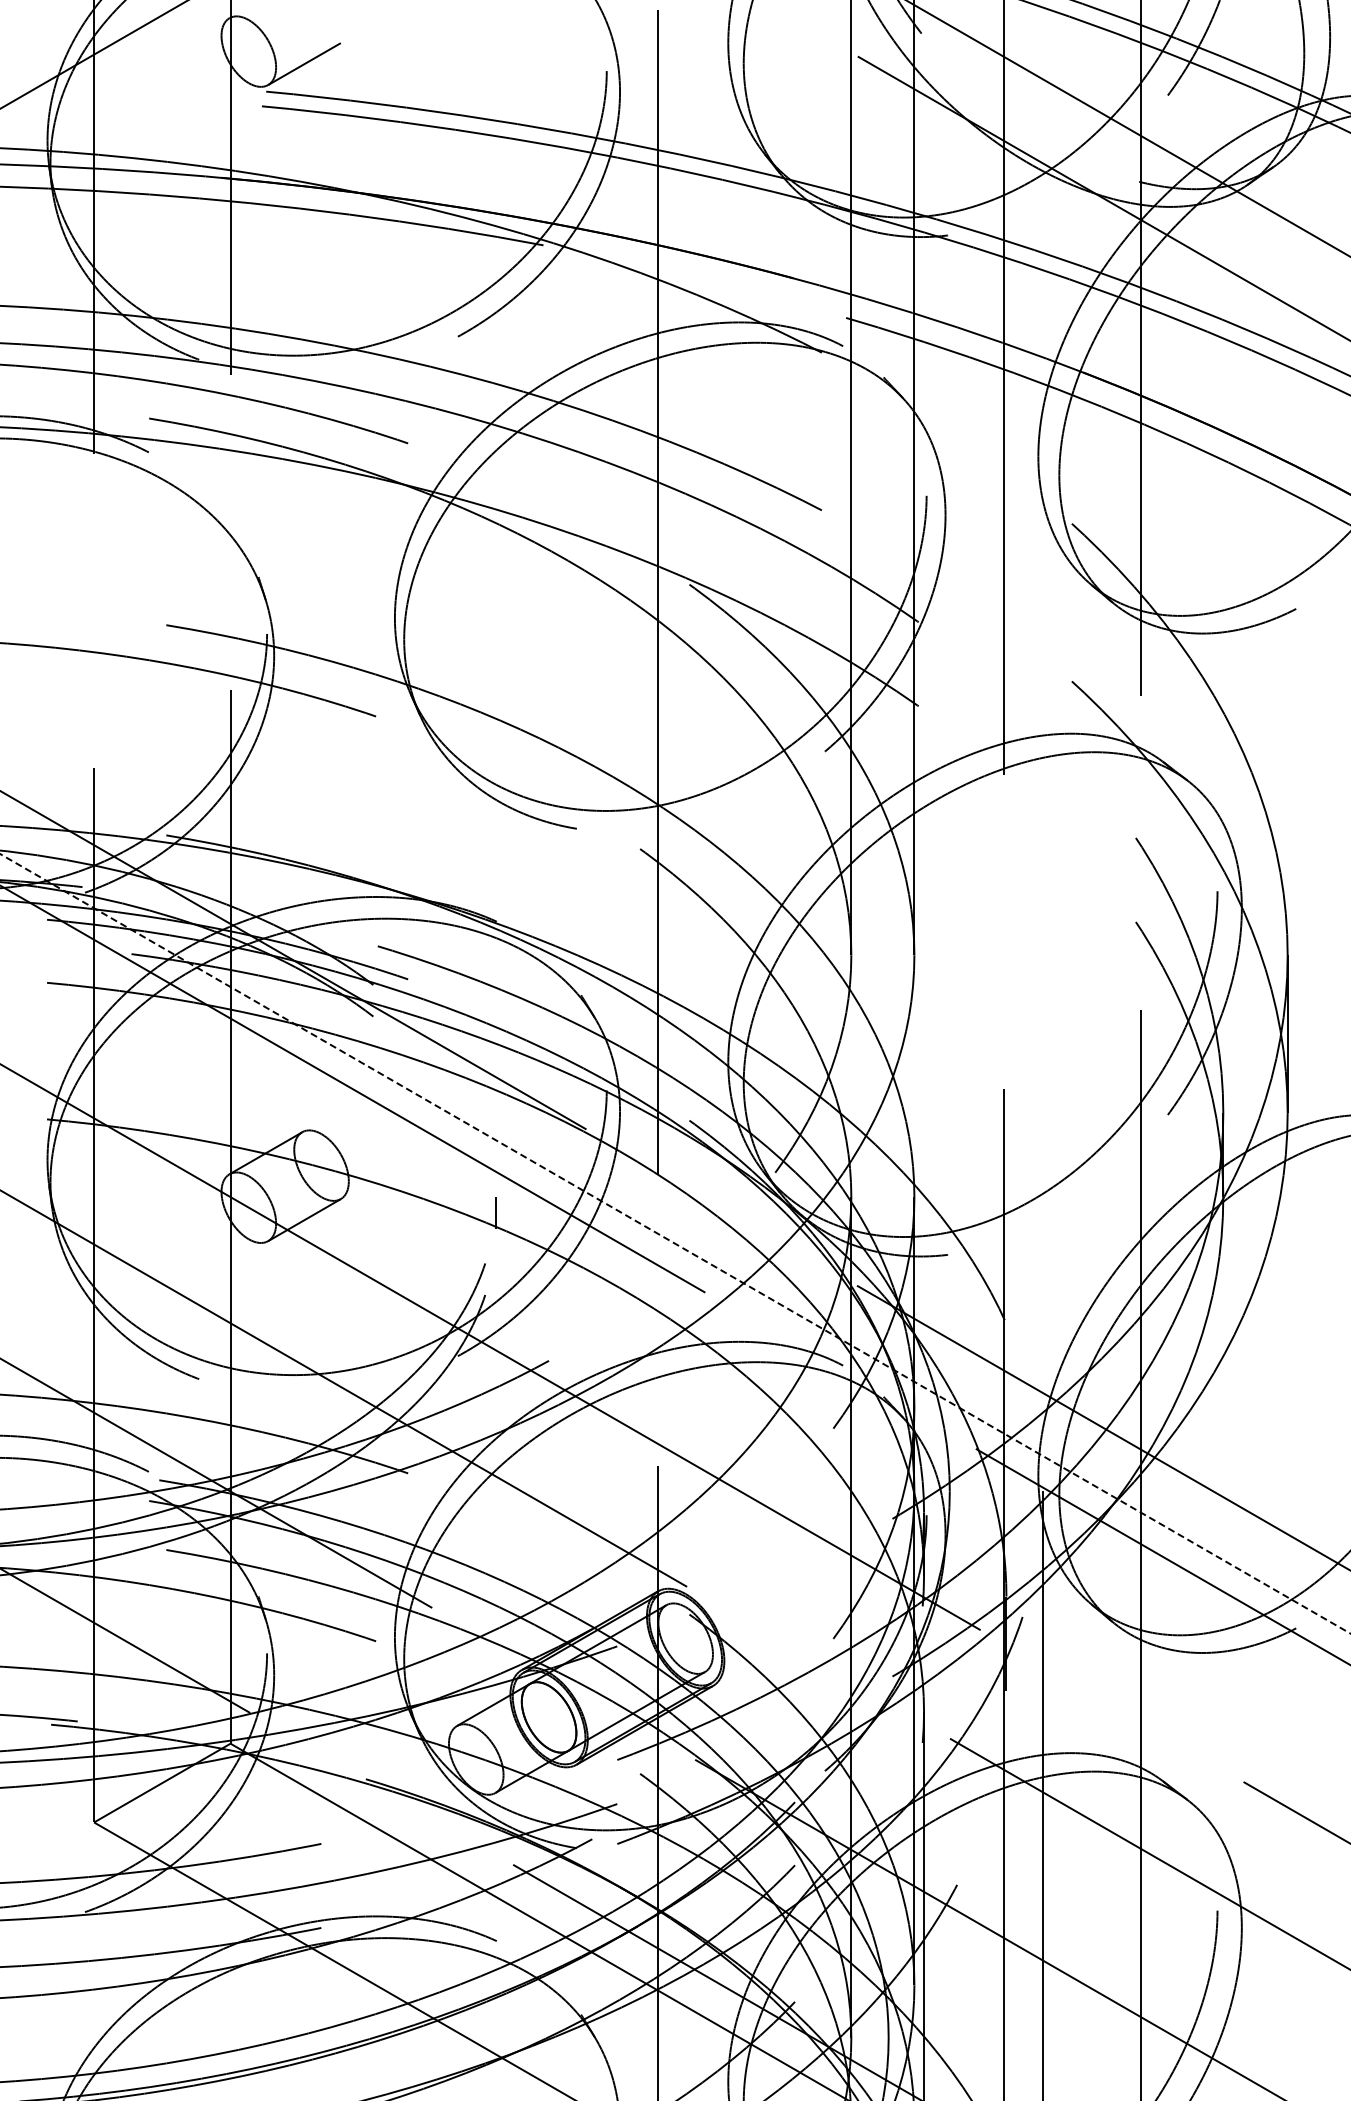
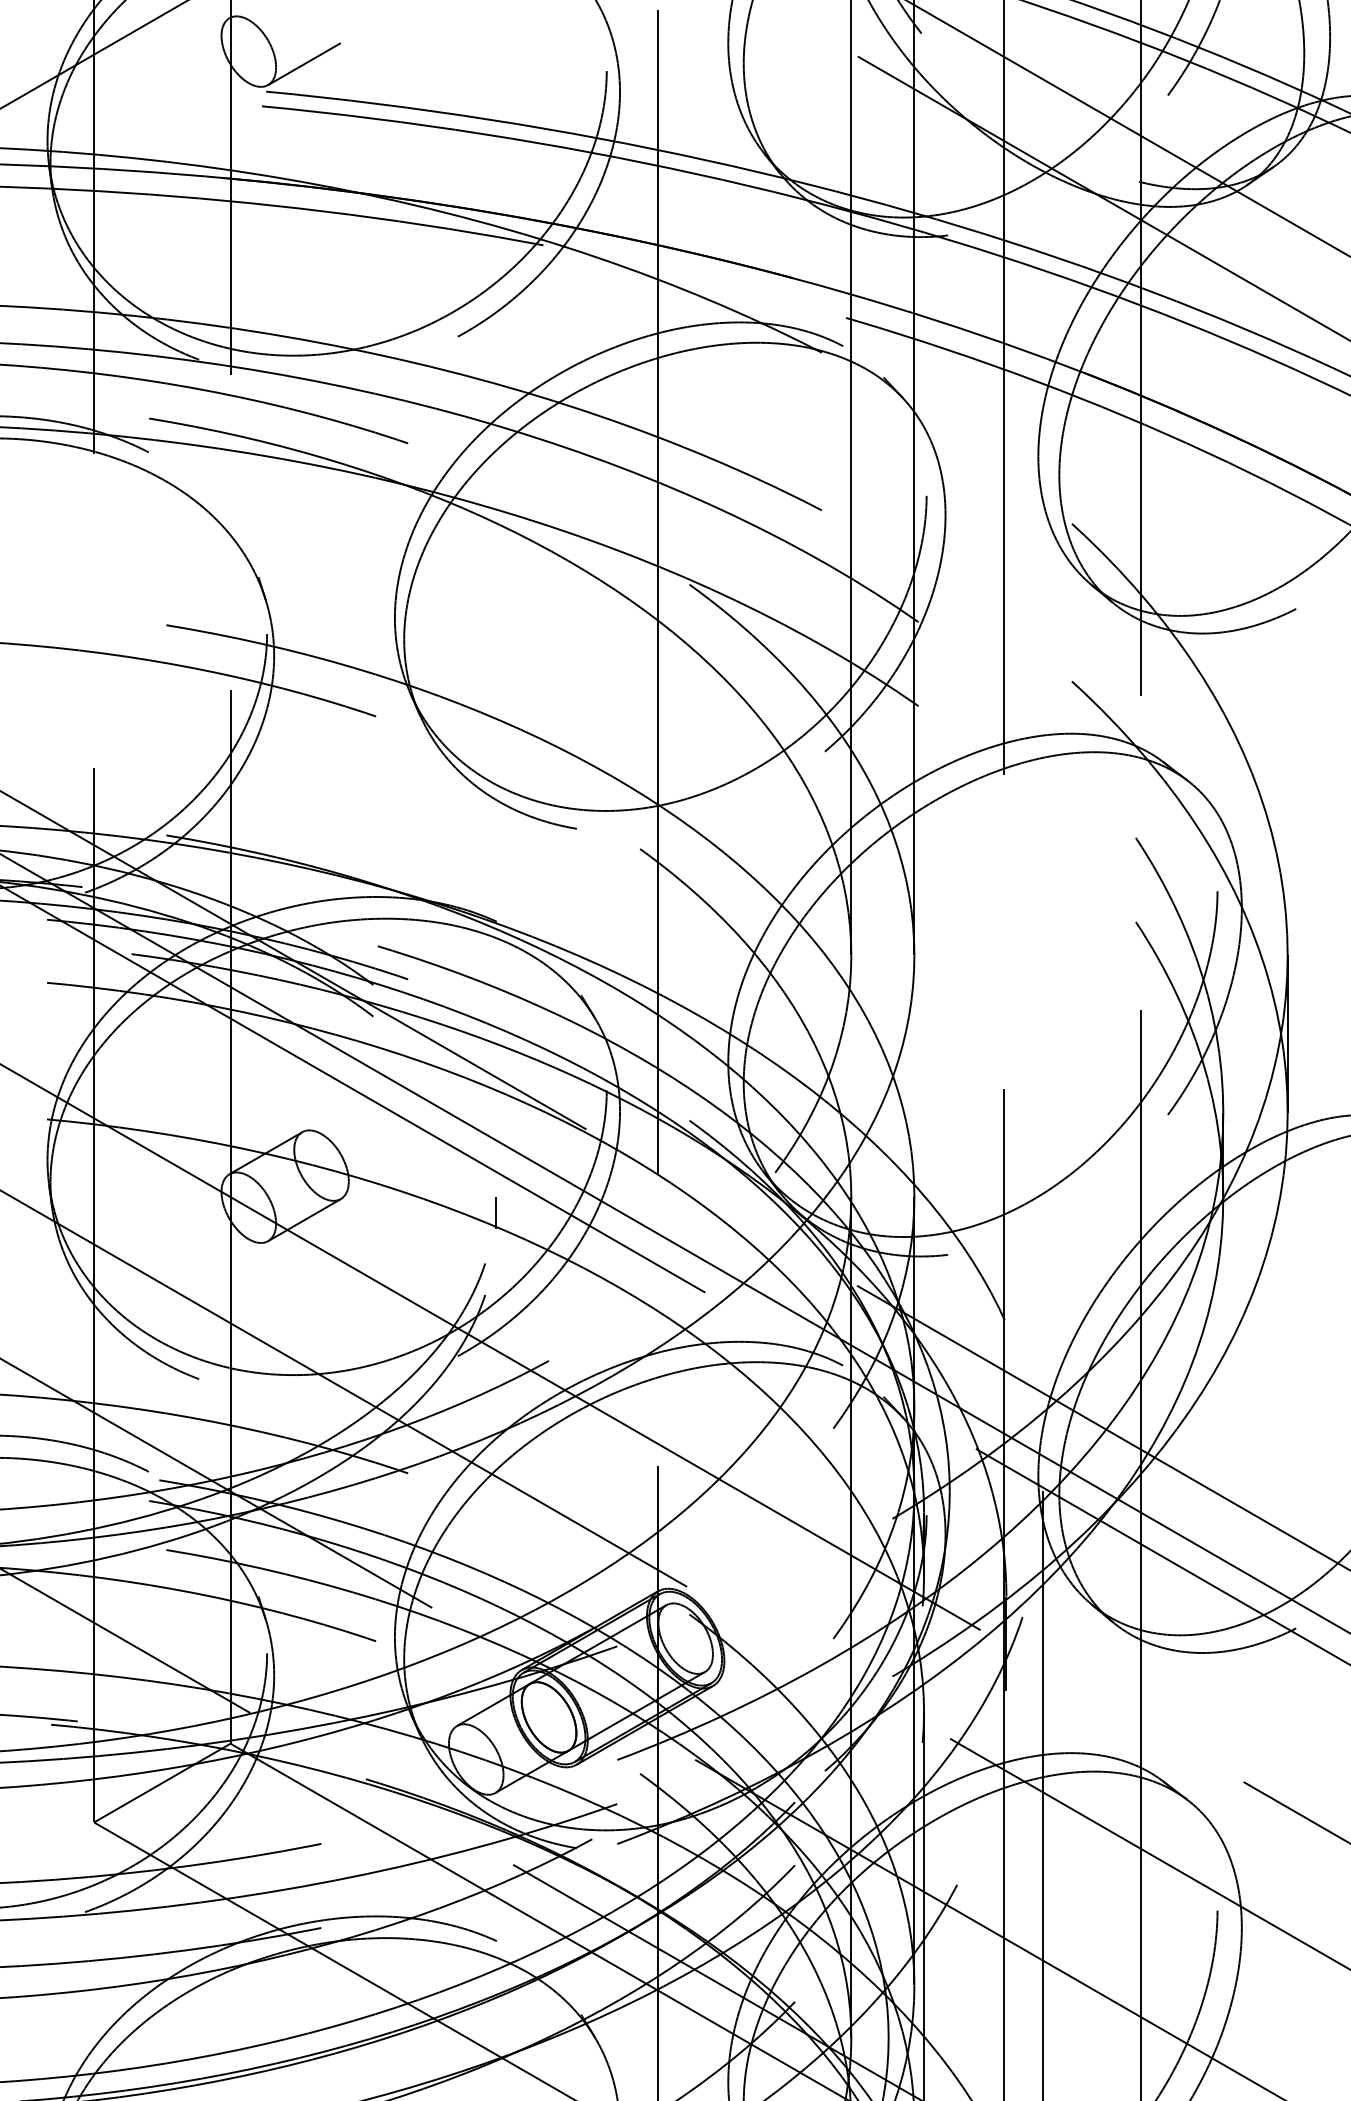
line at (674, 1243): dashed -> solid
